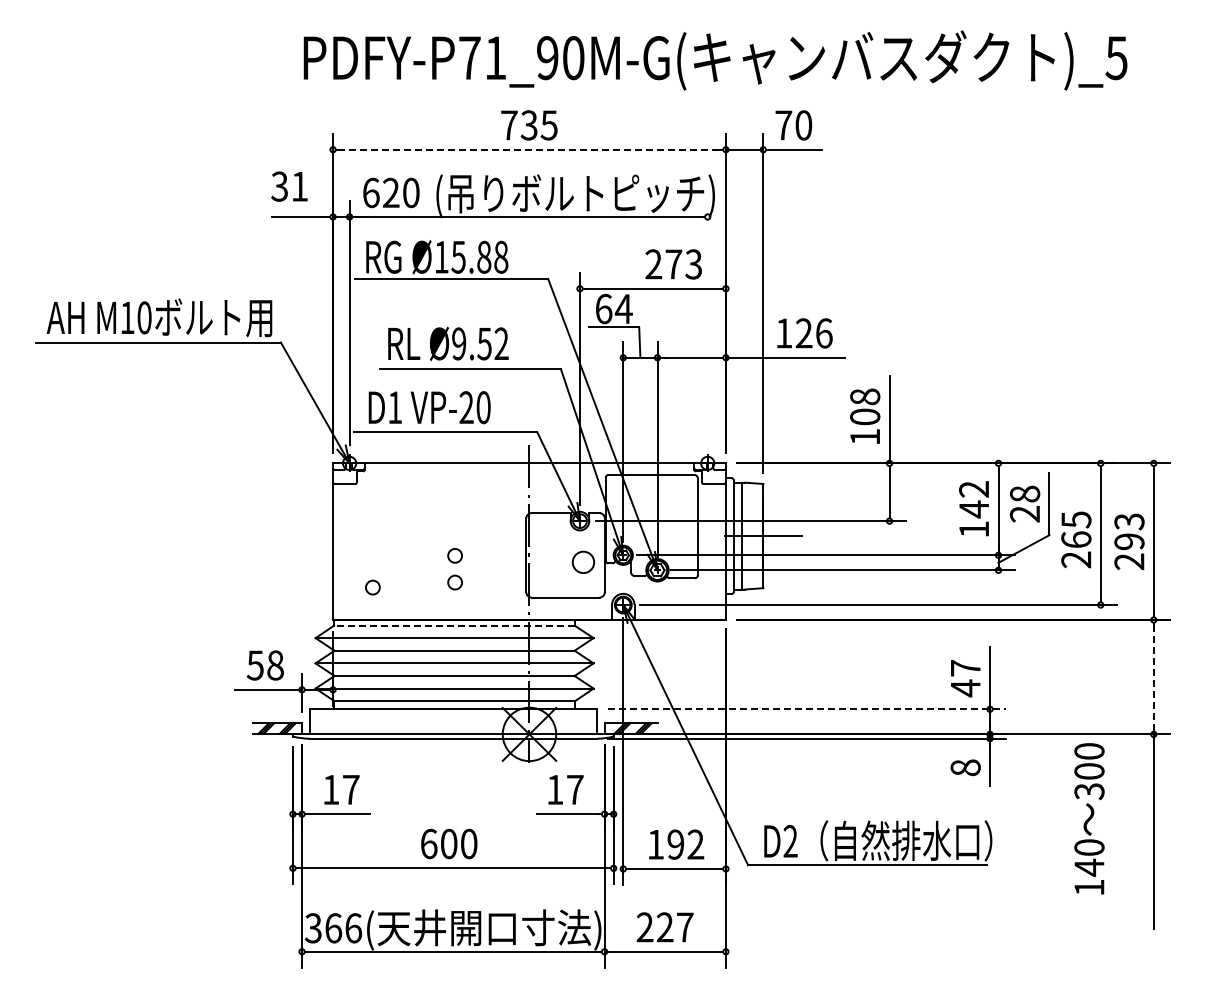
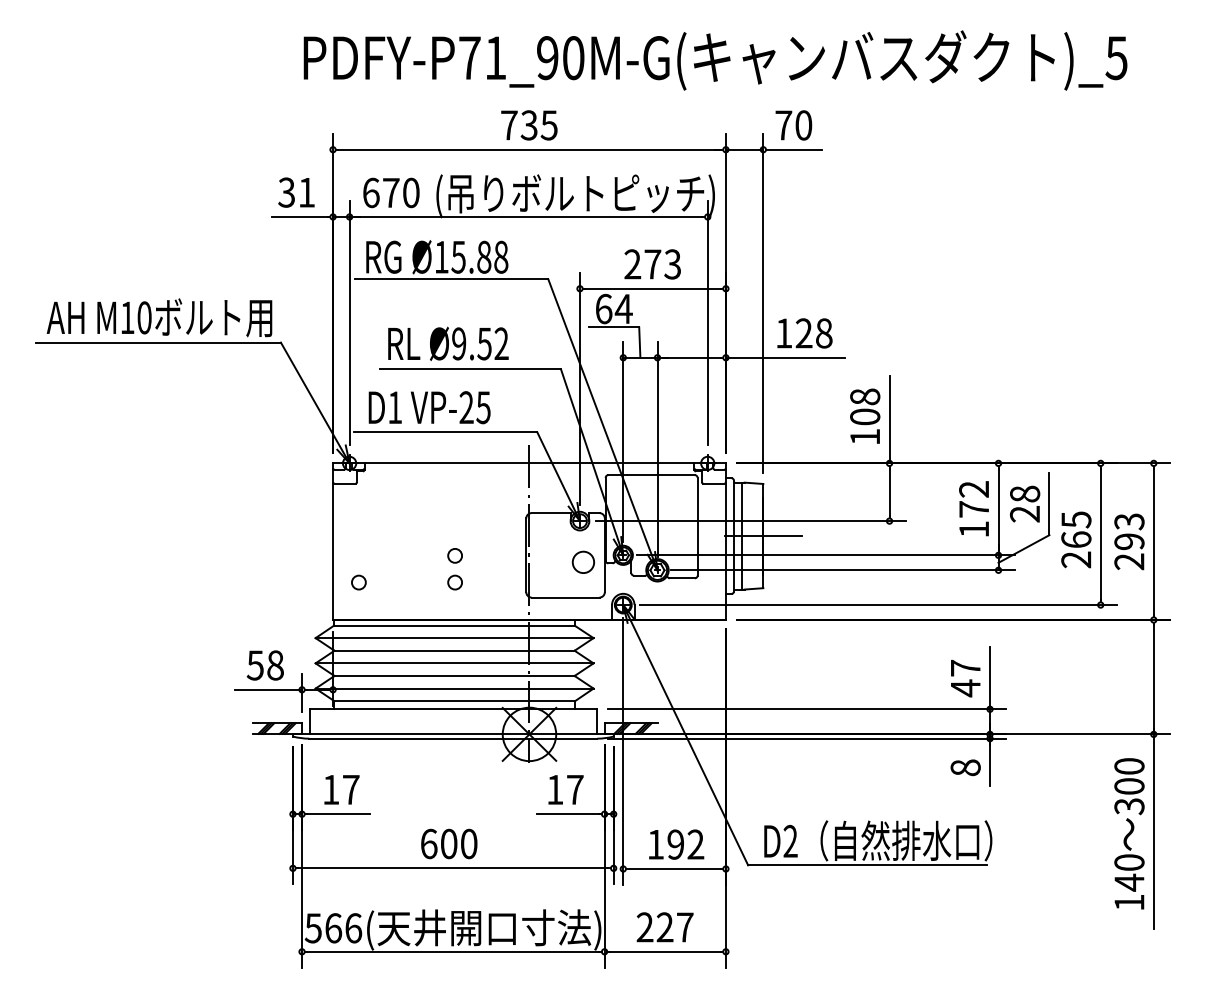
line at (529, 149): dashed -> solid
text at (289, 186) position: (289, 186) -> (296, 192)
text at (391, 192): 620 -> 670
text at (673, 264) position: (673, 264) -> (652, 264)
line at (707, 322): none -> present
text at (824, 333): 126 -> 128
text at (483, 407): VP-20 -> VP-25
text at (973, 509): 142 -> 172
circle at (372, 587) position: (372, 587) -> (358, 582)
line at (453, 625): dashed -> solid
line at (1153, 677): dashed -> solid
line at (807, 709): dashed -> solid
text at (1089, 818) position: (1089, 818) -> (1129, 833)
text at (313, 928): 366( -> 566(
